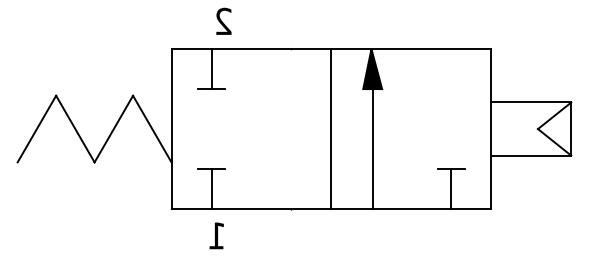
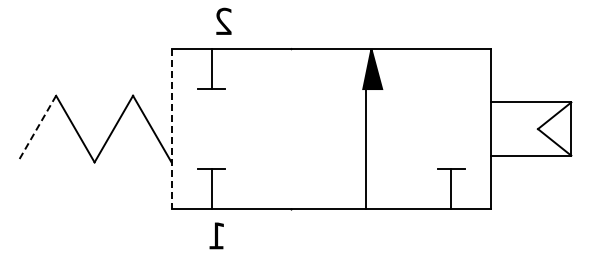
line at (36, 129): solid -> dashed
line at (171, 129): solid -> dashed
line at (331, 129): present -> none
line at (372, 149) position: (372, 149) -> (365, 149)
